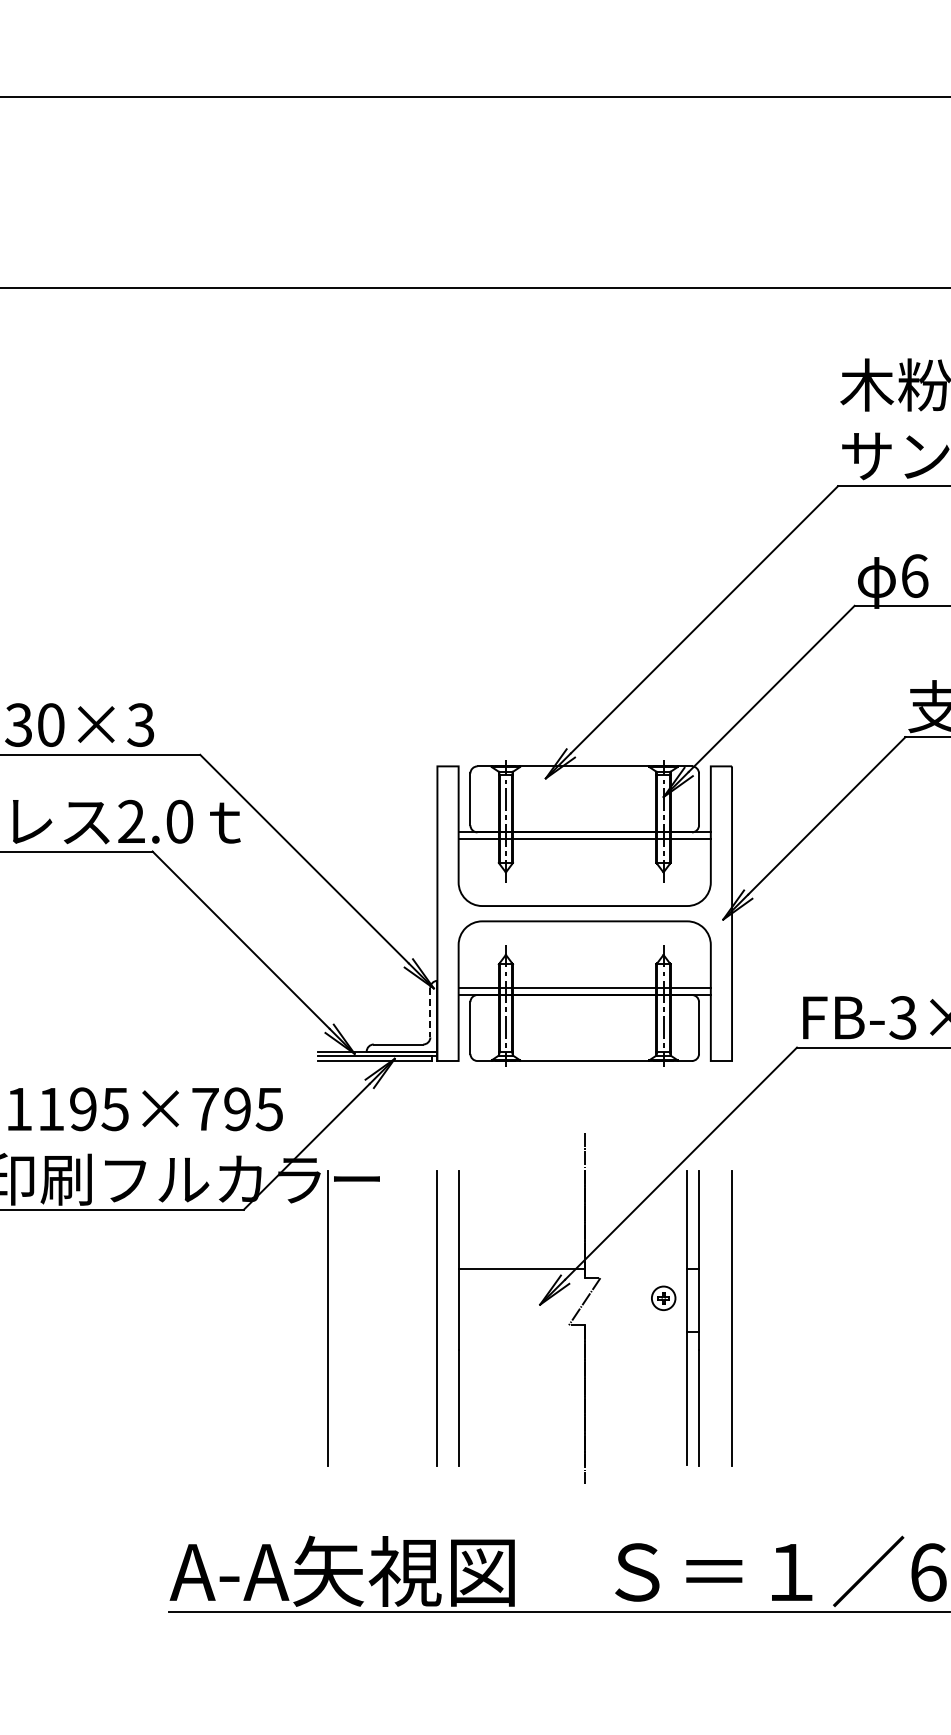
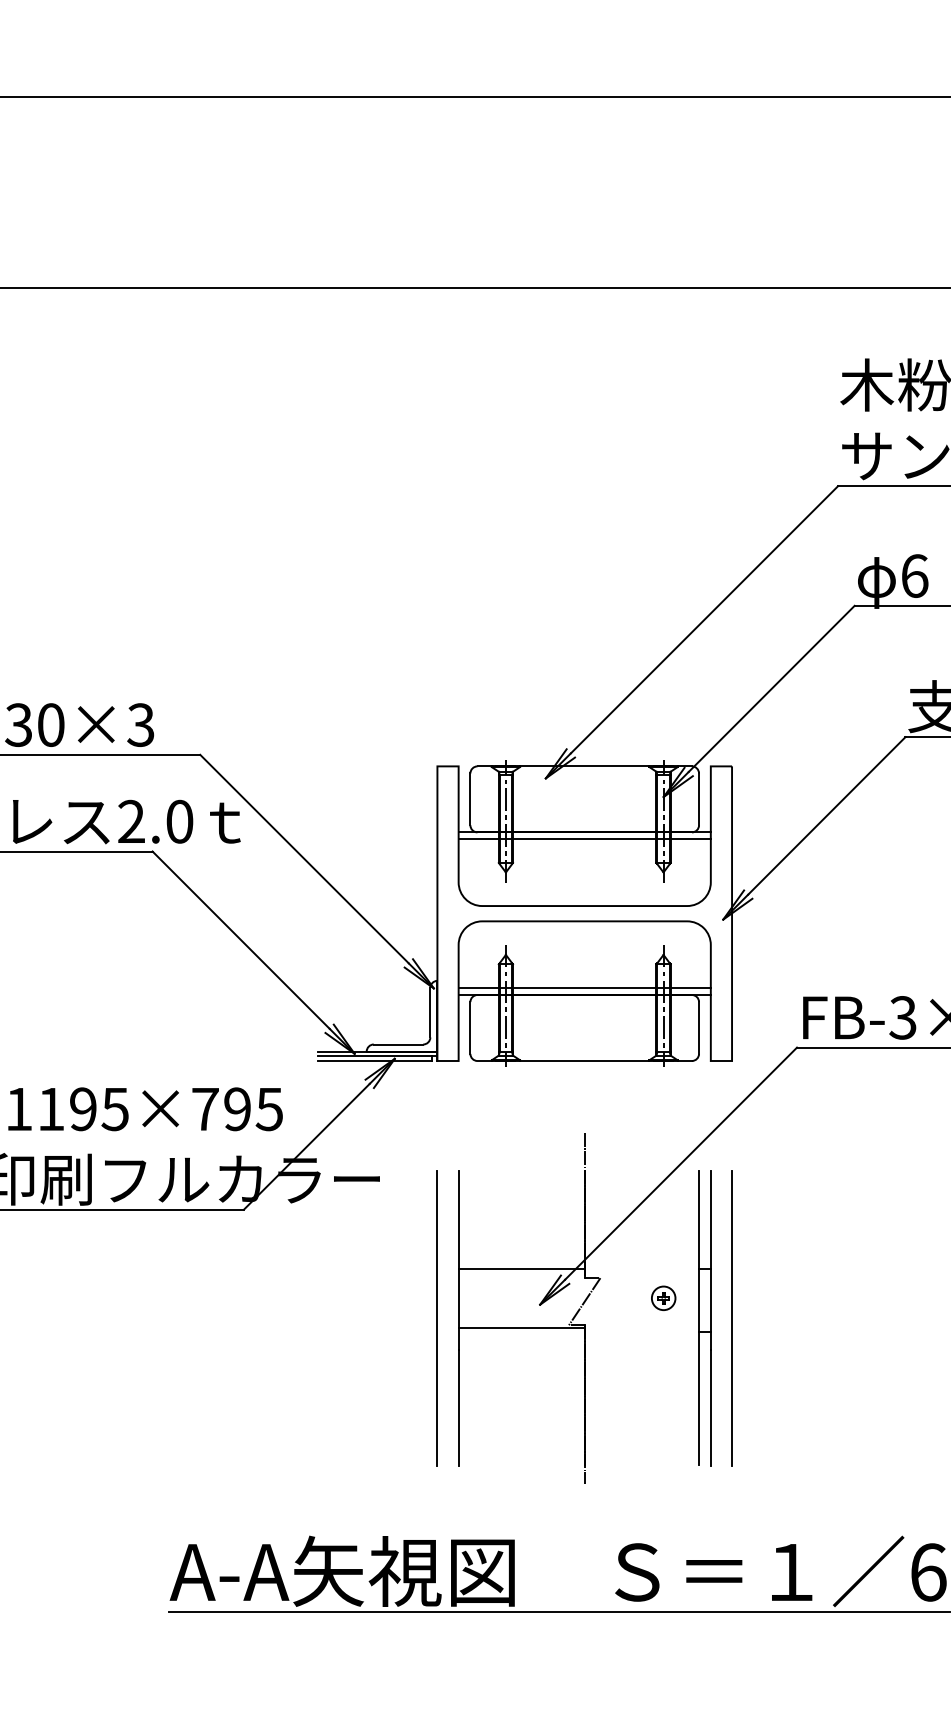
line at (430, 1012): dashed -> solid
line at (327, 1318): present -> none
part at (692, 1318) position: (692, 1318) -> (704, 1318)
line at (521, 1327): none -> present
